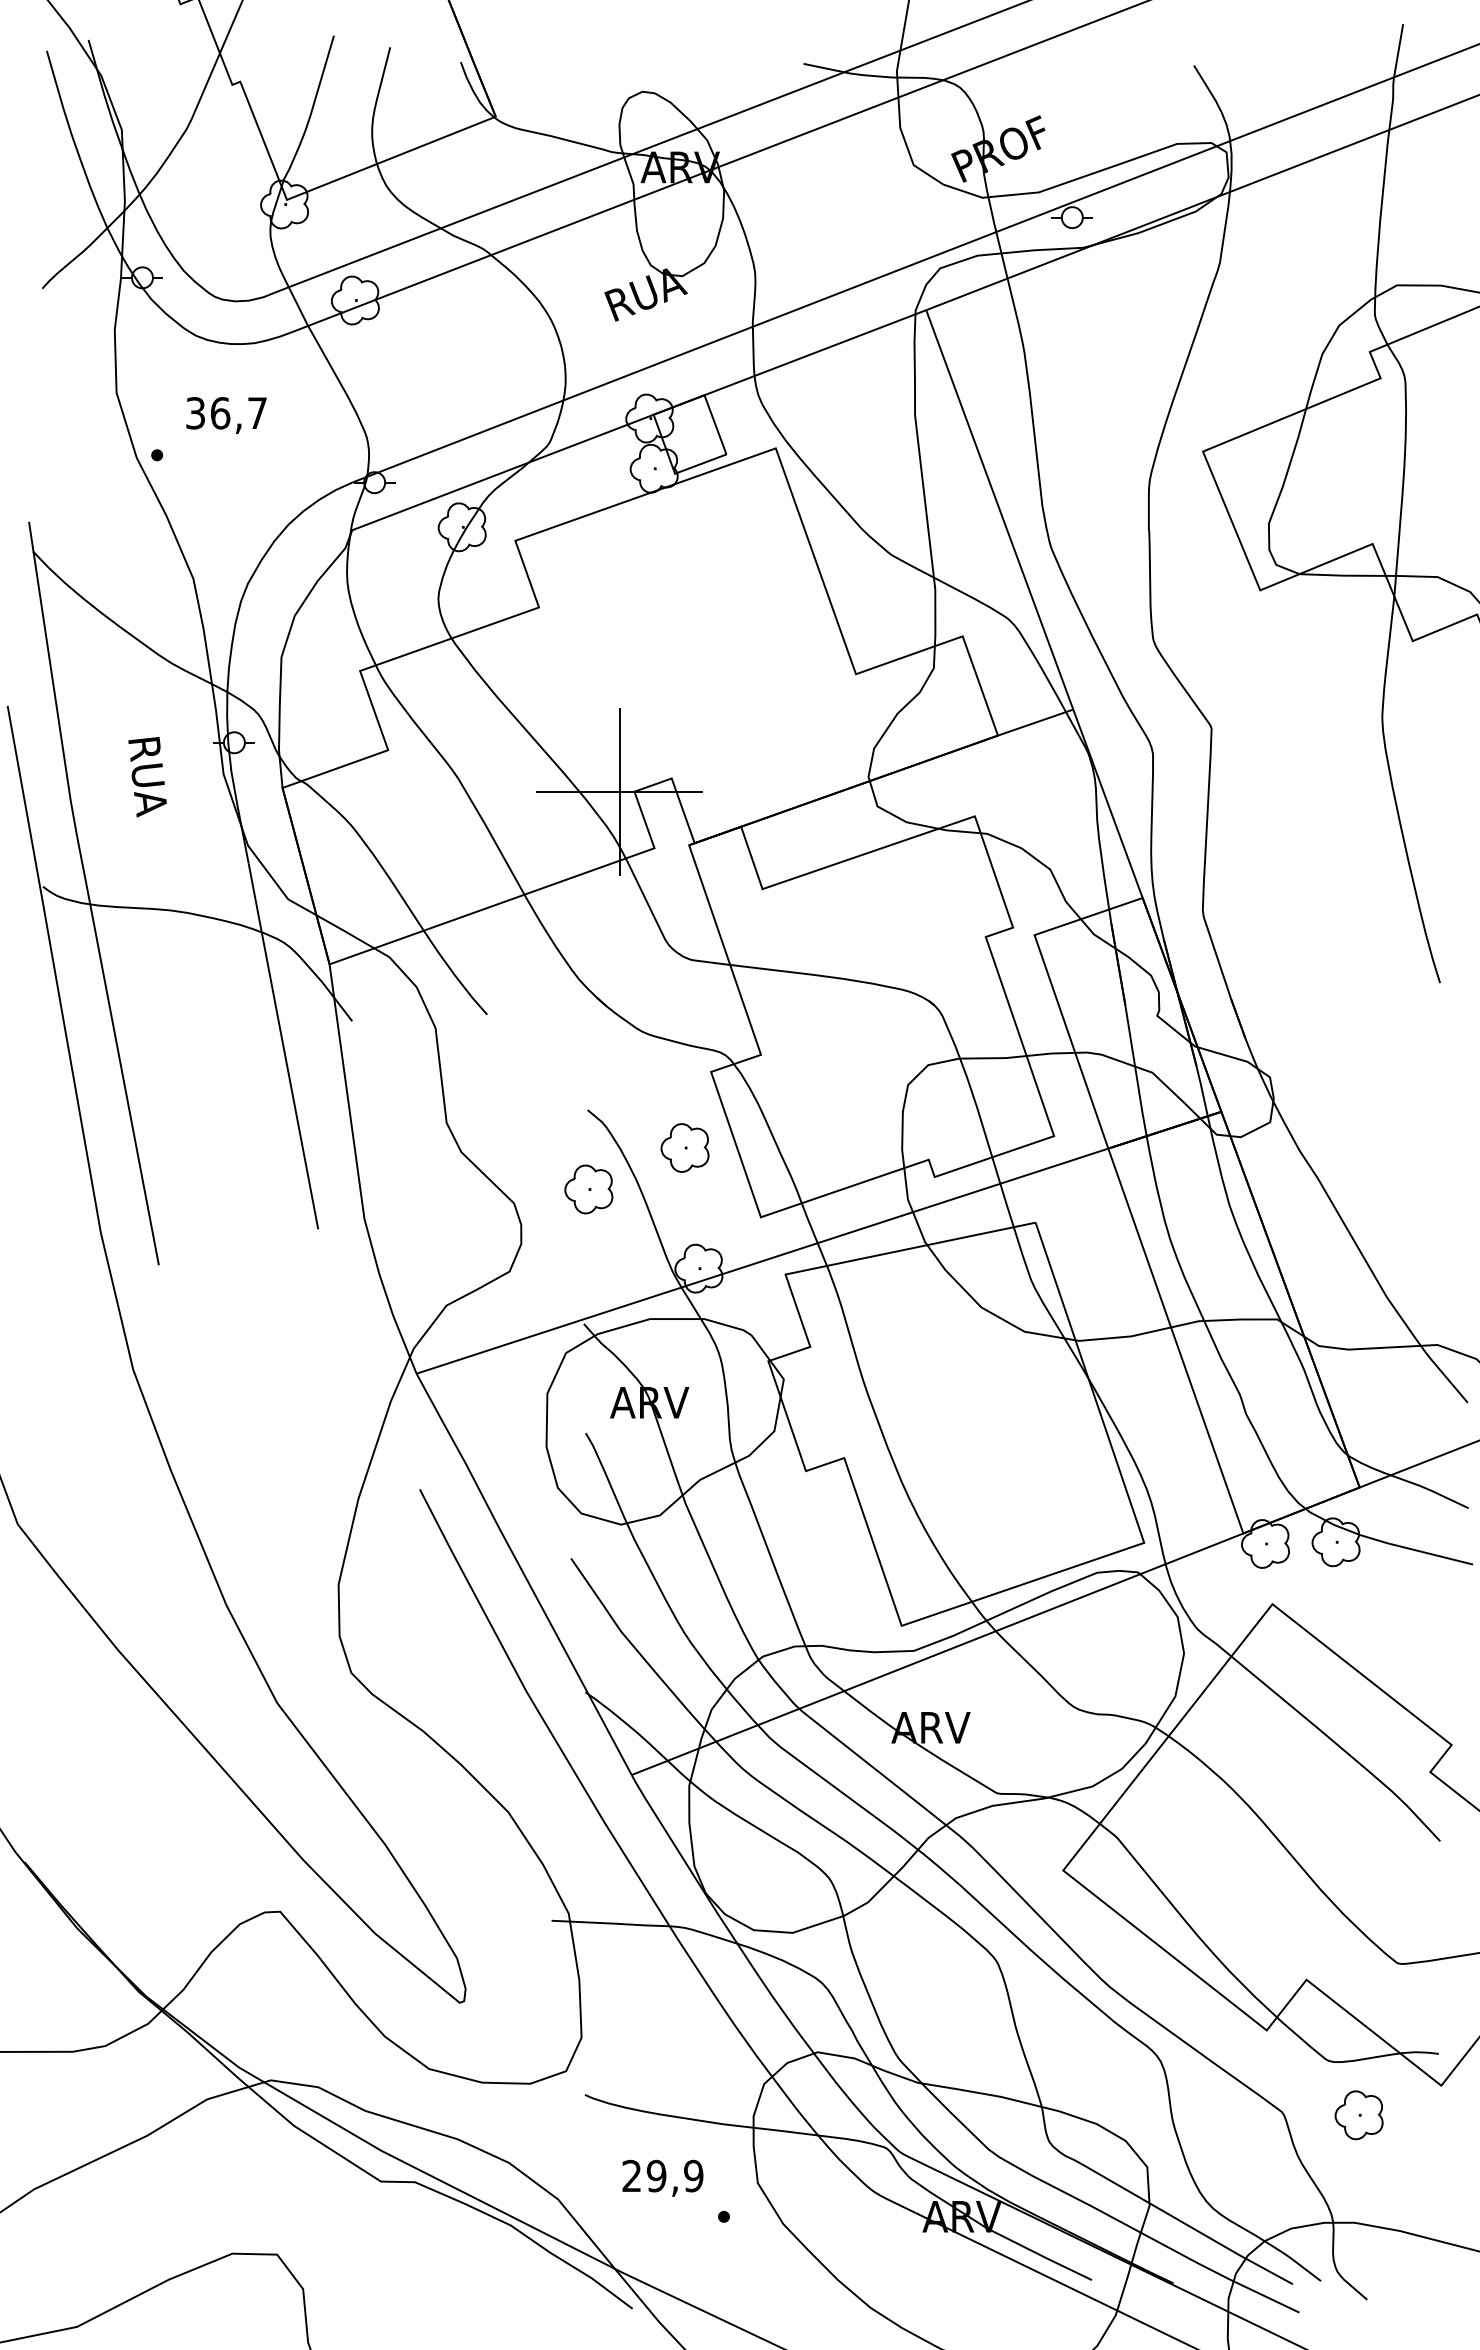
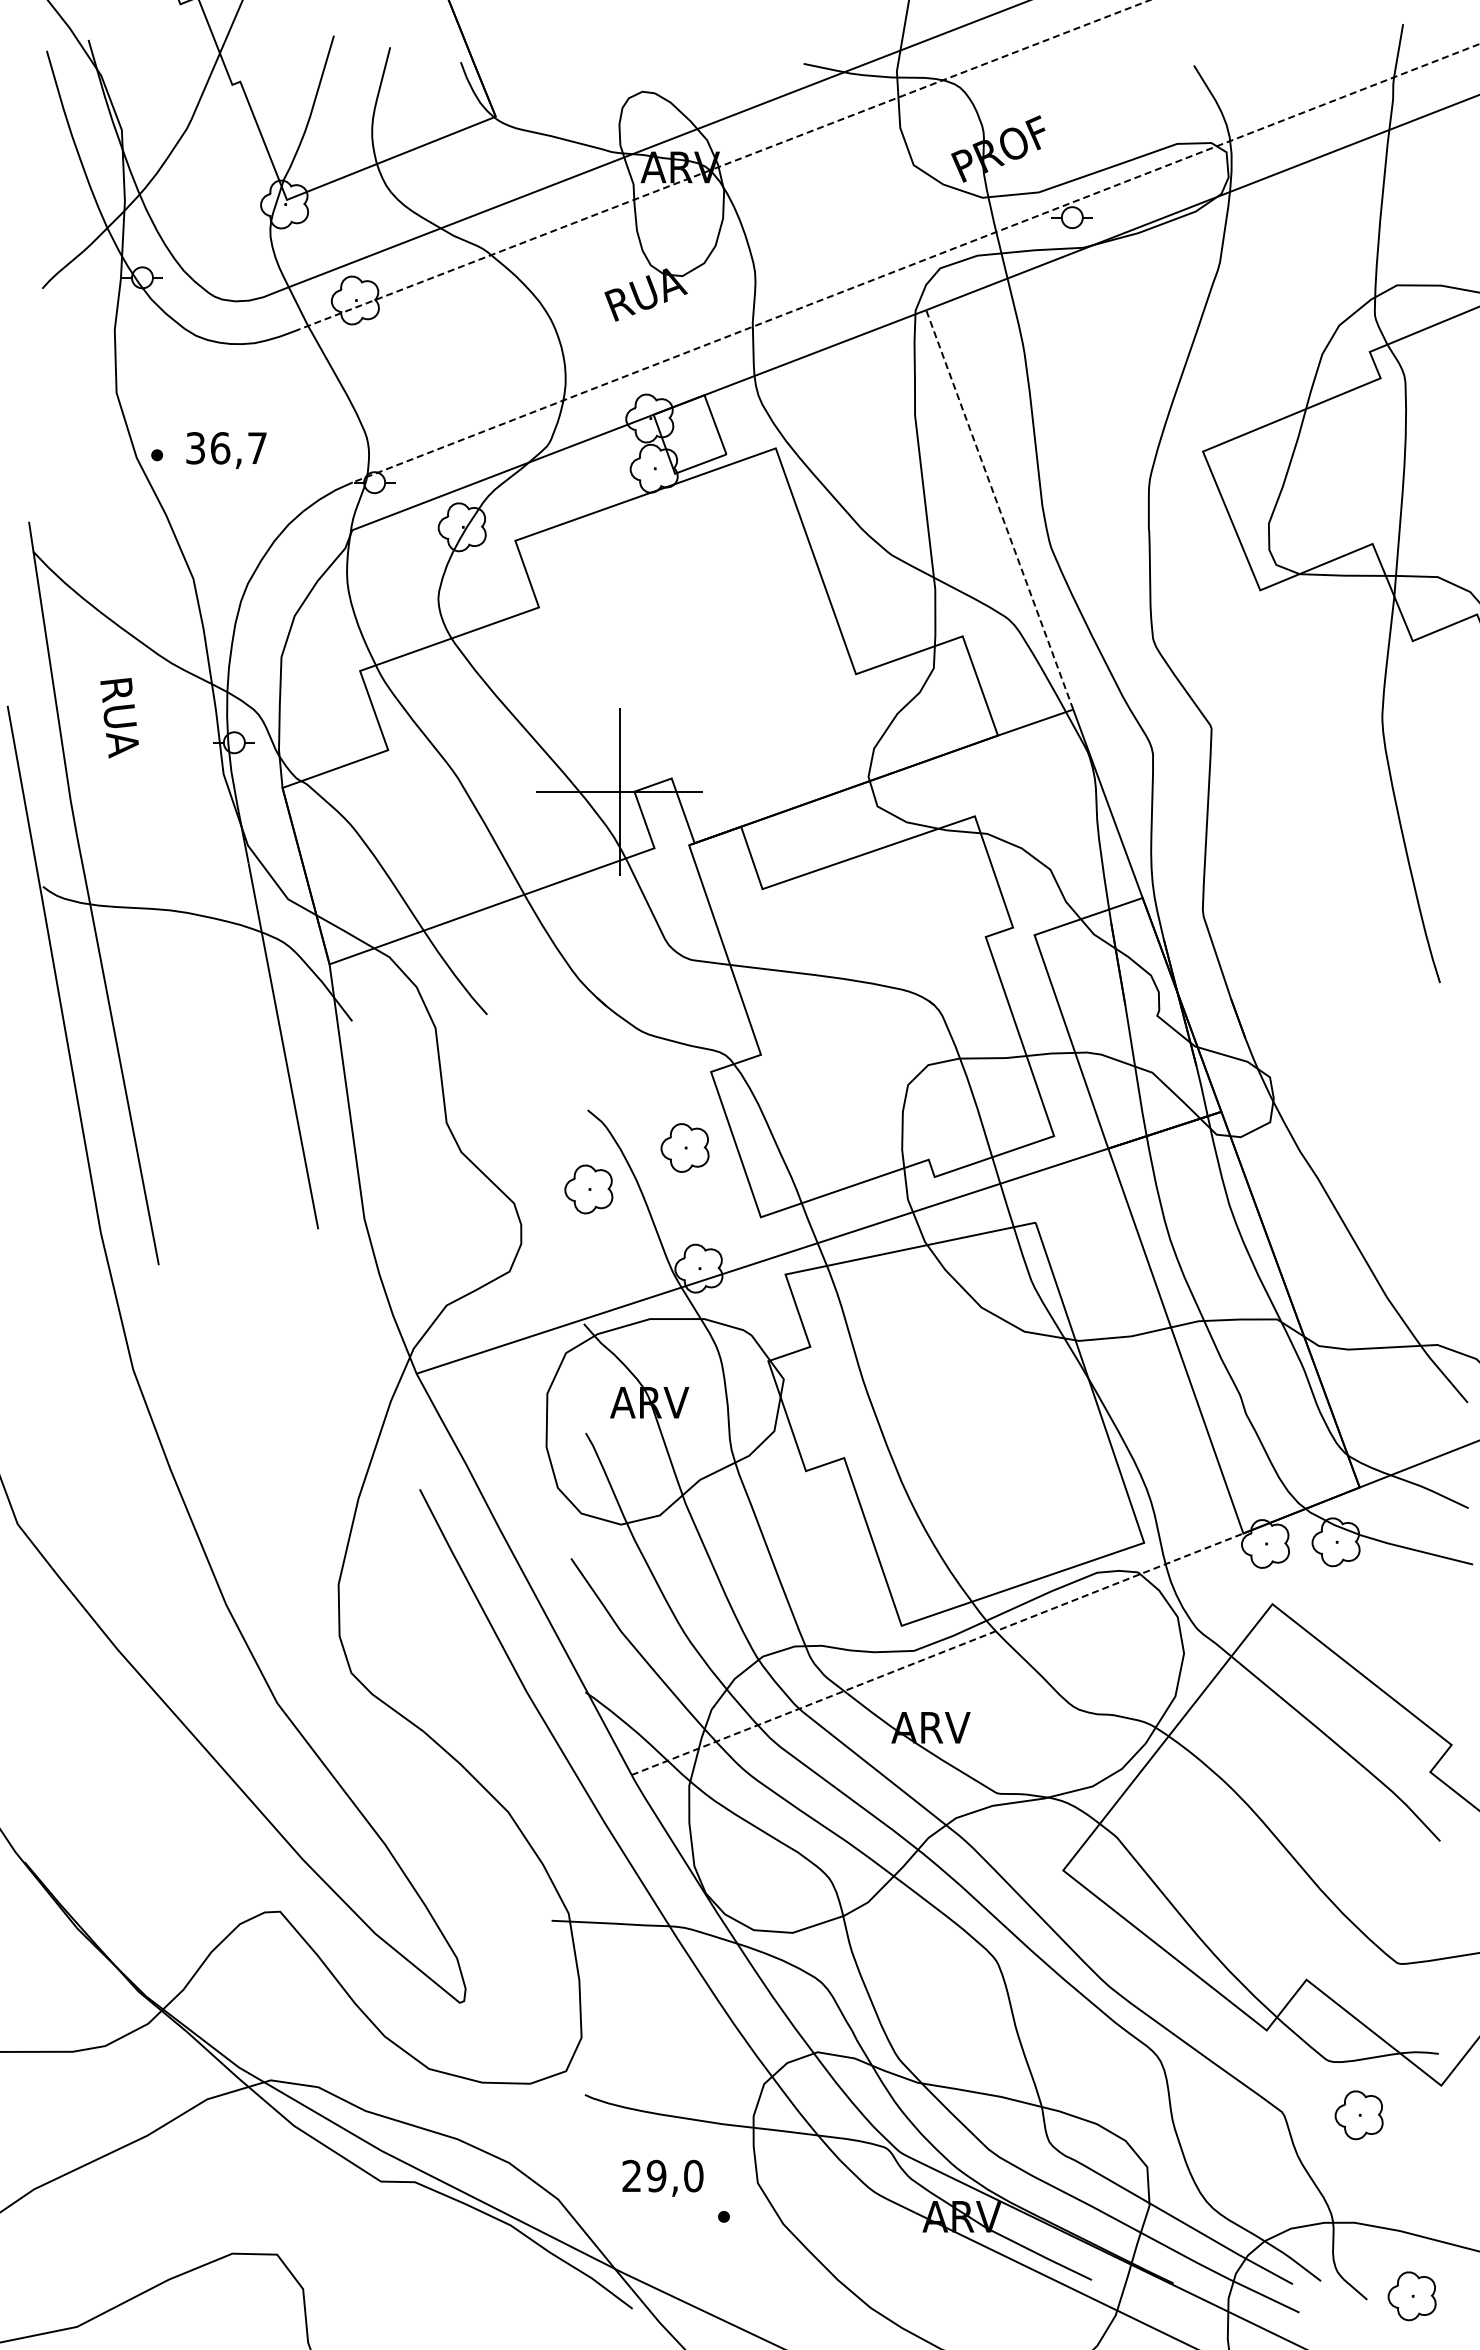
line at (721, 165): solid -> dashed
line at (915, 263): solid -> dashed
text at (226, 415) position: (226, 415) -> (226, 450)
line at (999, 509): solid -> dashed
text at (147, 777) position: (147, 777) -> (119, 718)
line at (937, 1654): solid -> dashed
text at (693, 2176): 29,9 -> 29,0
part at (1411, 2296): none -> present
